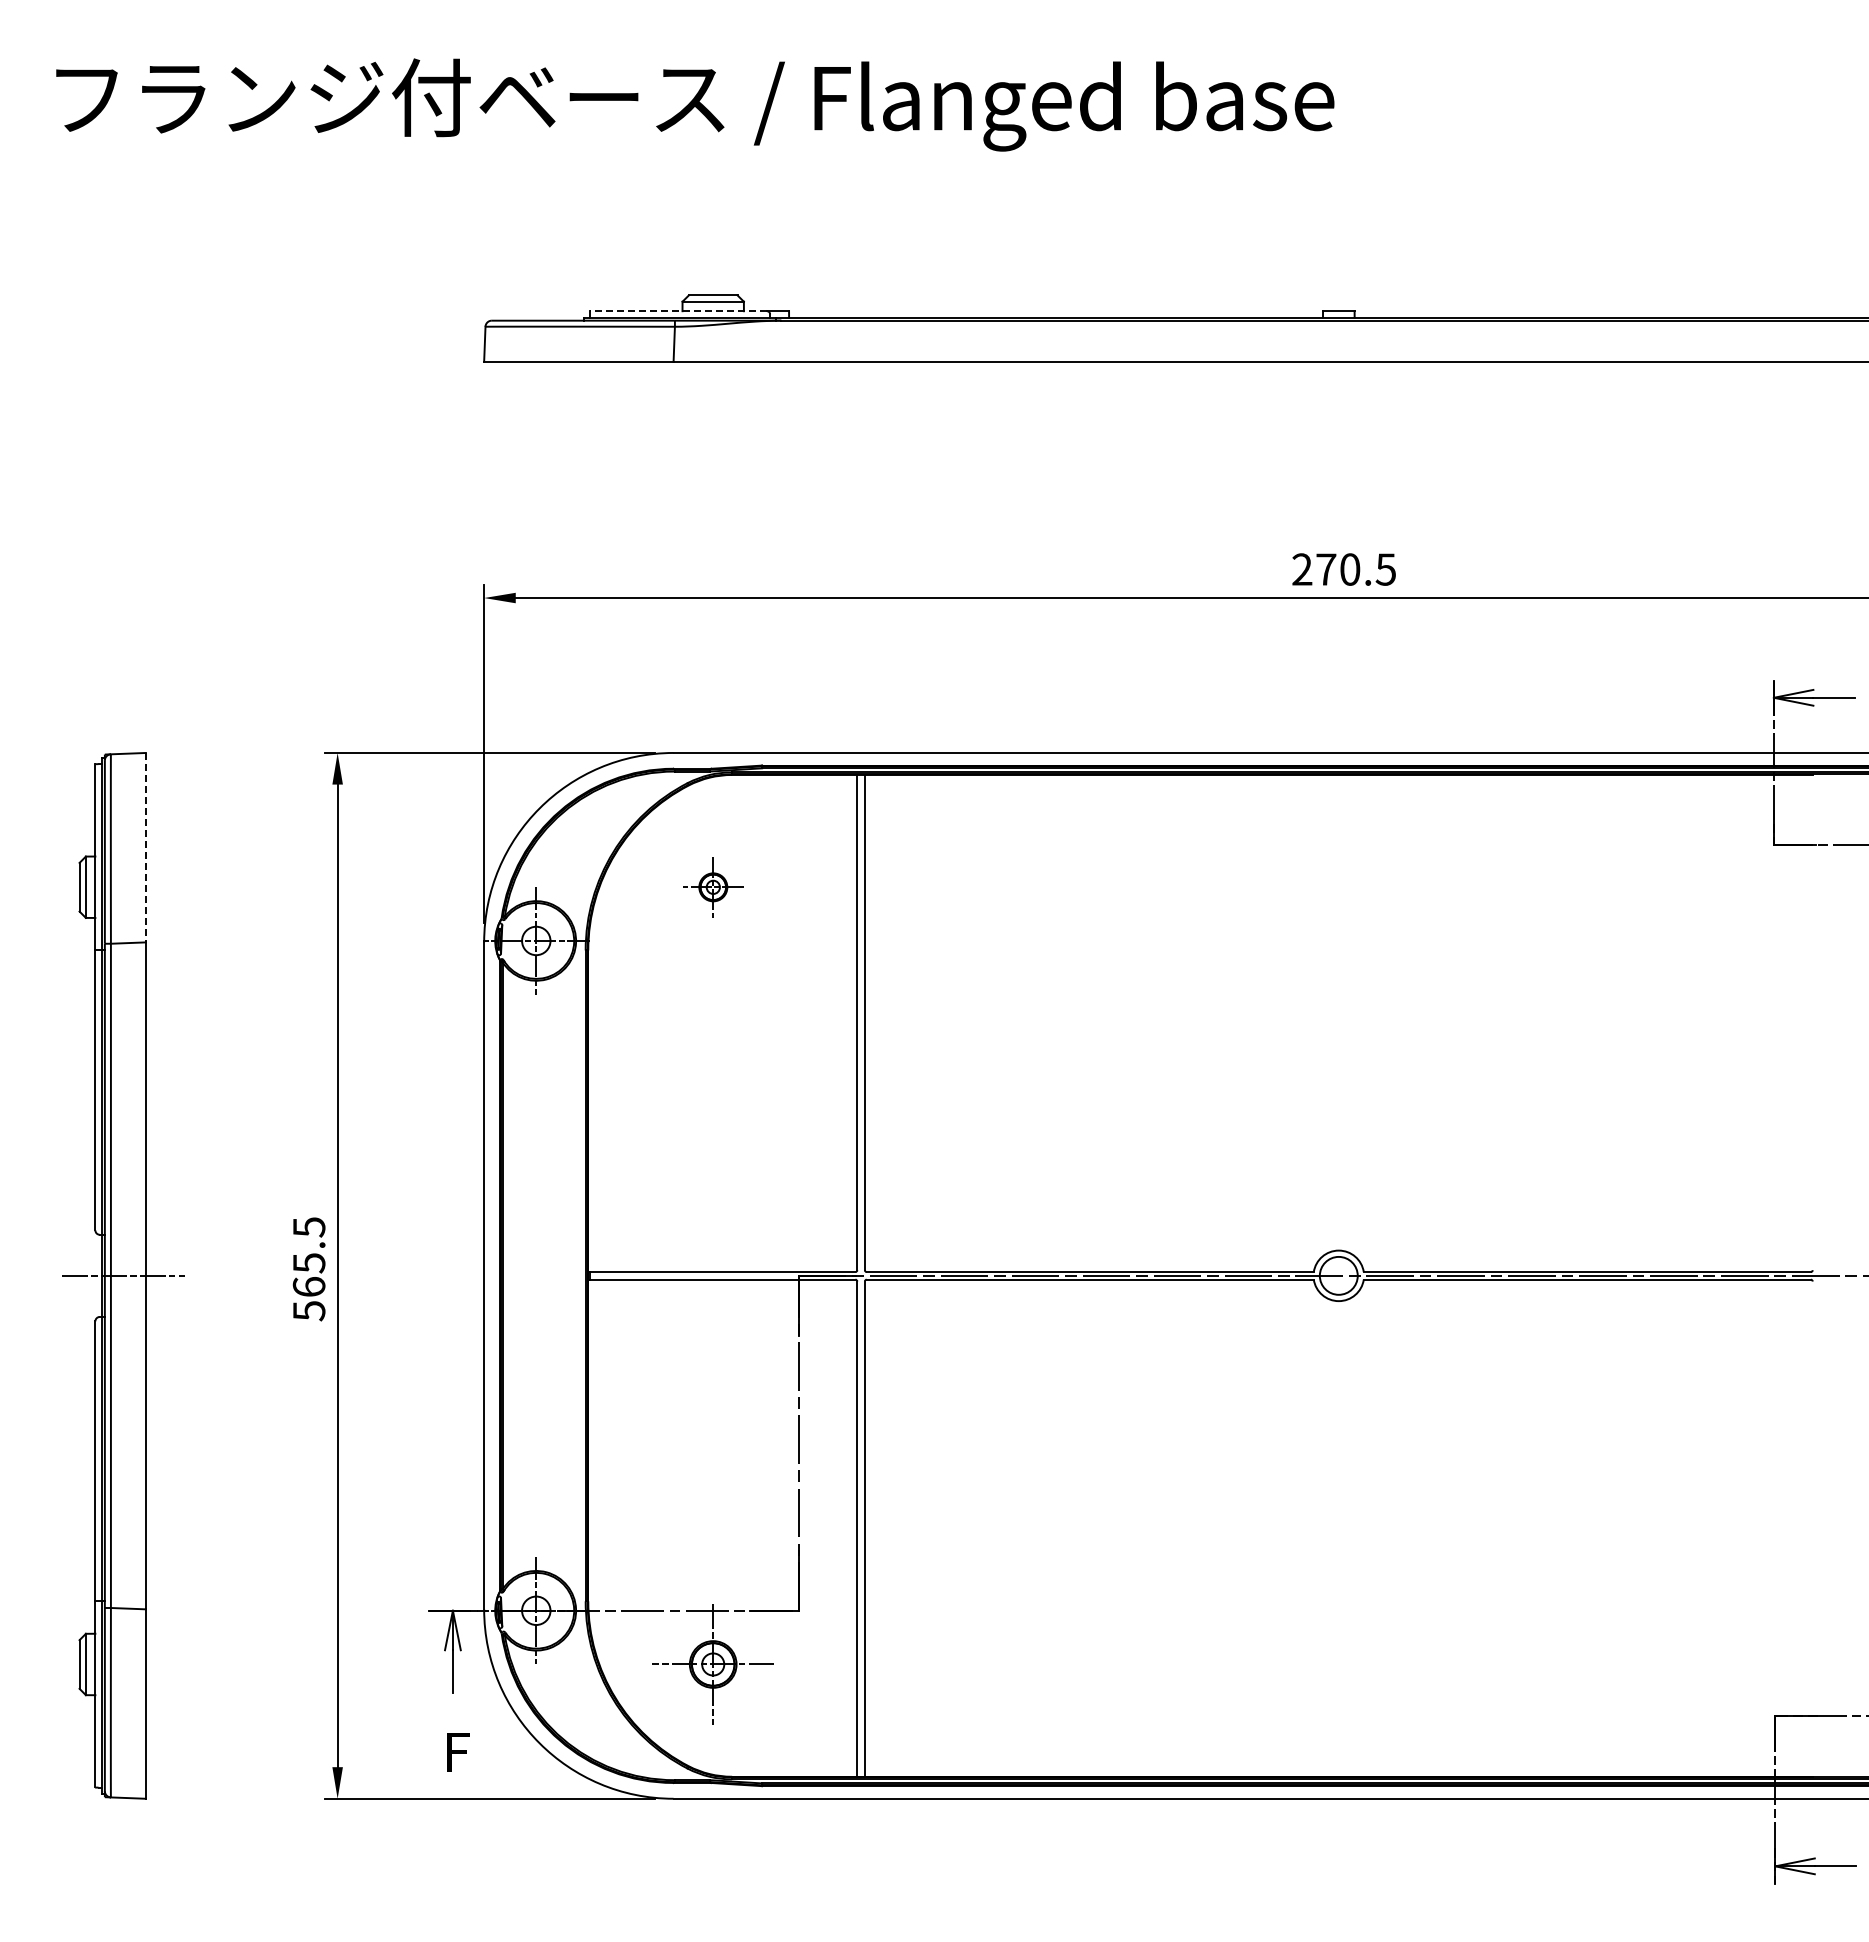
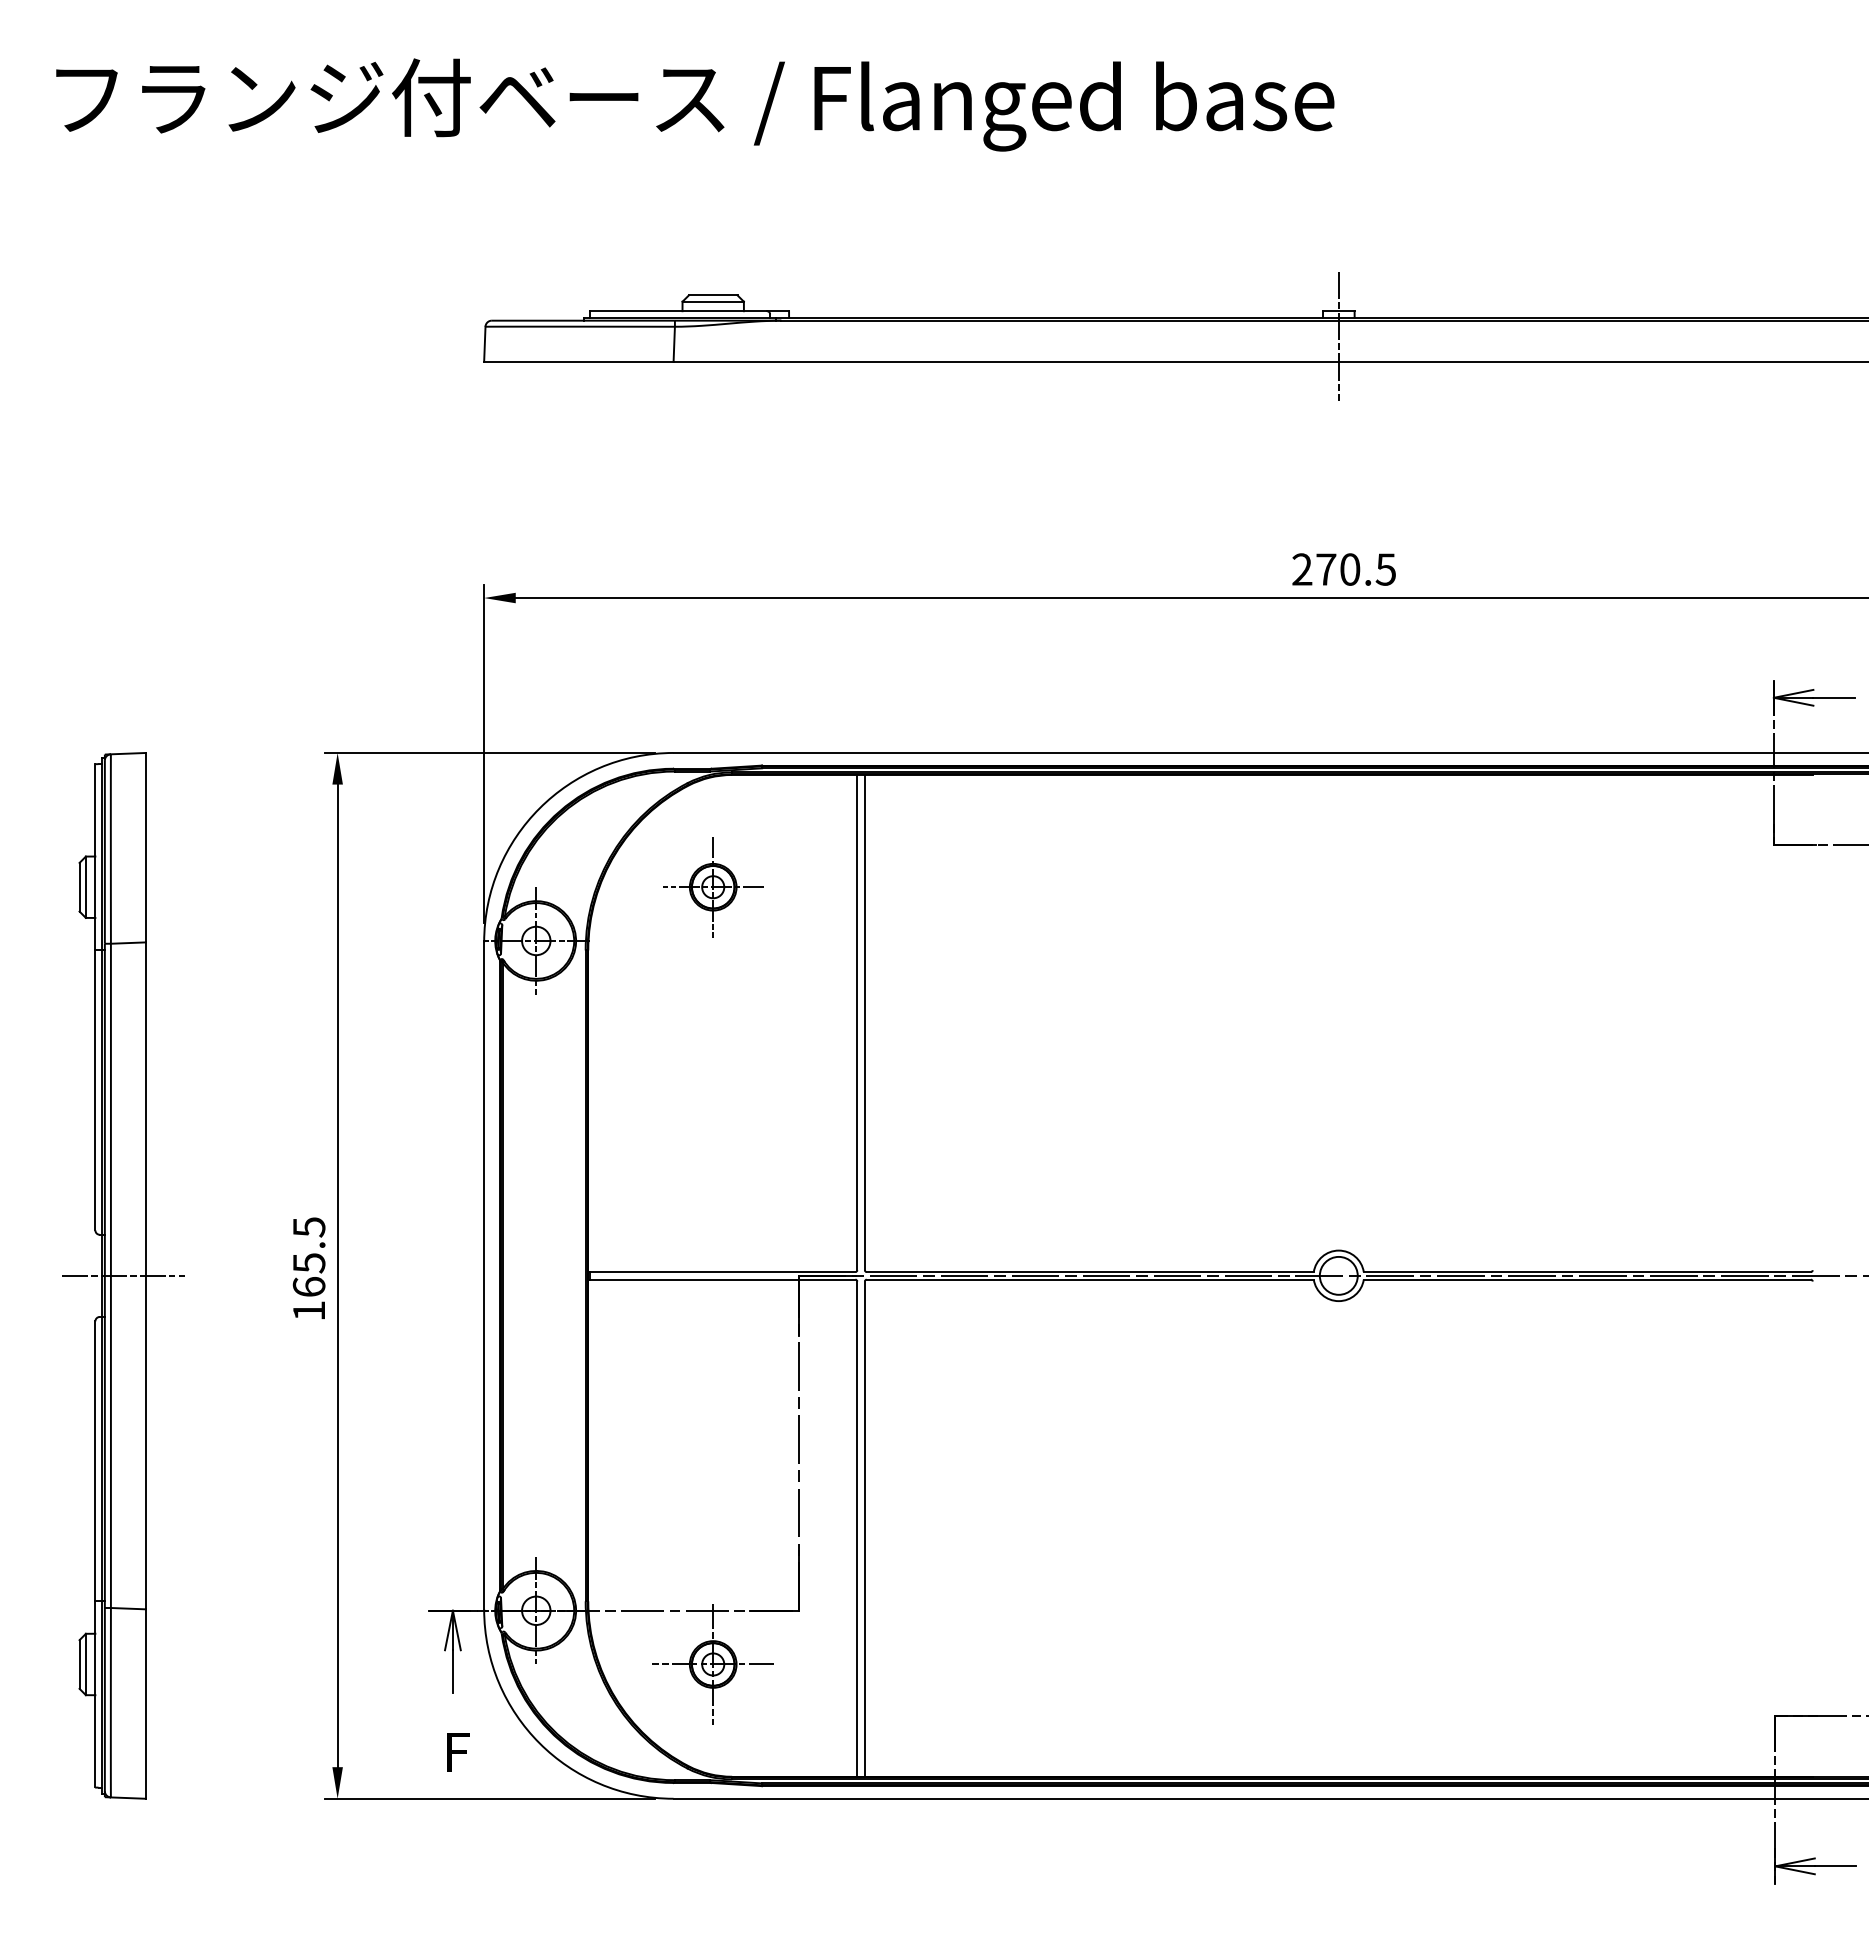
line at (677, 311): dashed -> solid
line at (1338, 336): none -> present
line at (145, 847): dashed -> solid
part at (713, 887) size: 61x61 px -> 101x101 px
text at (309, 1311): 565.5 -> 165.5
